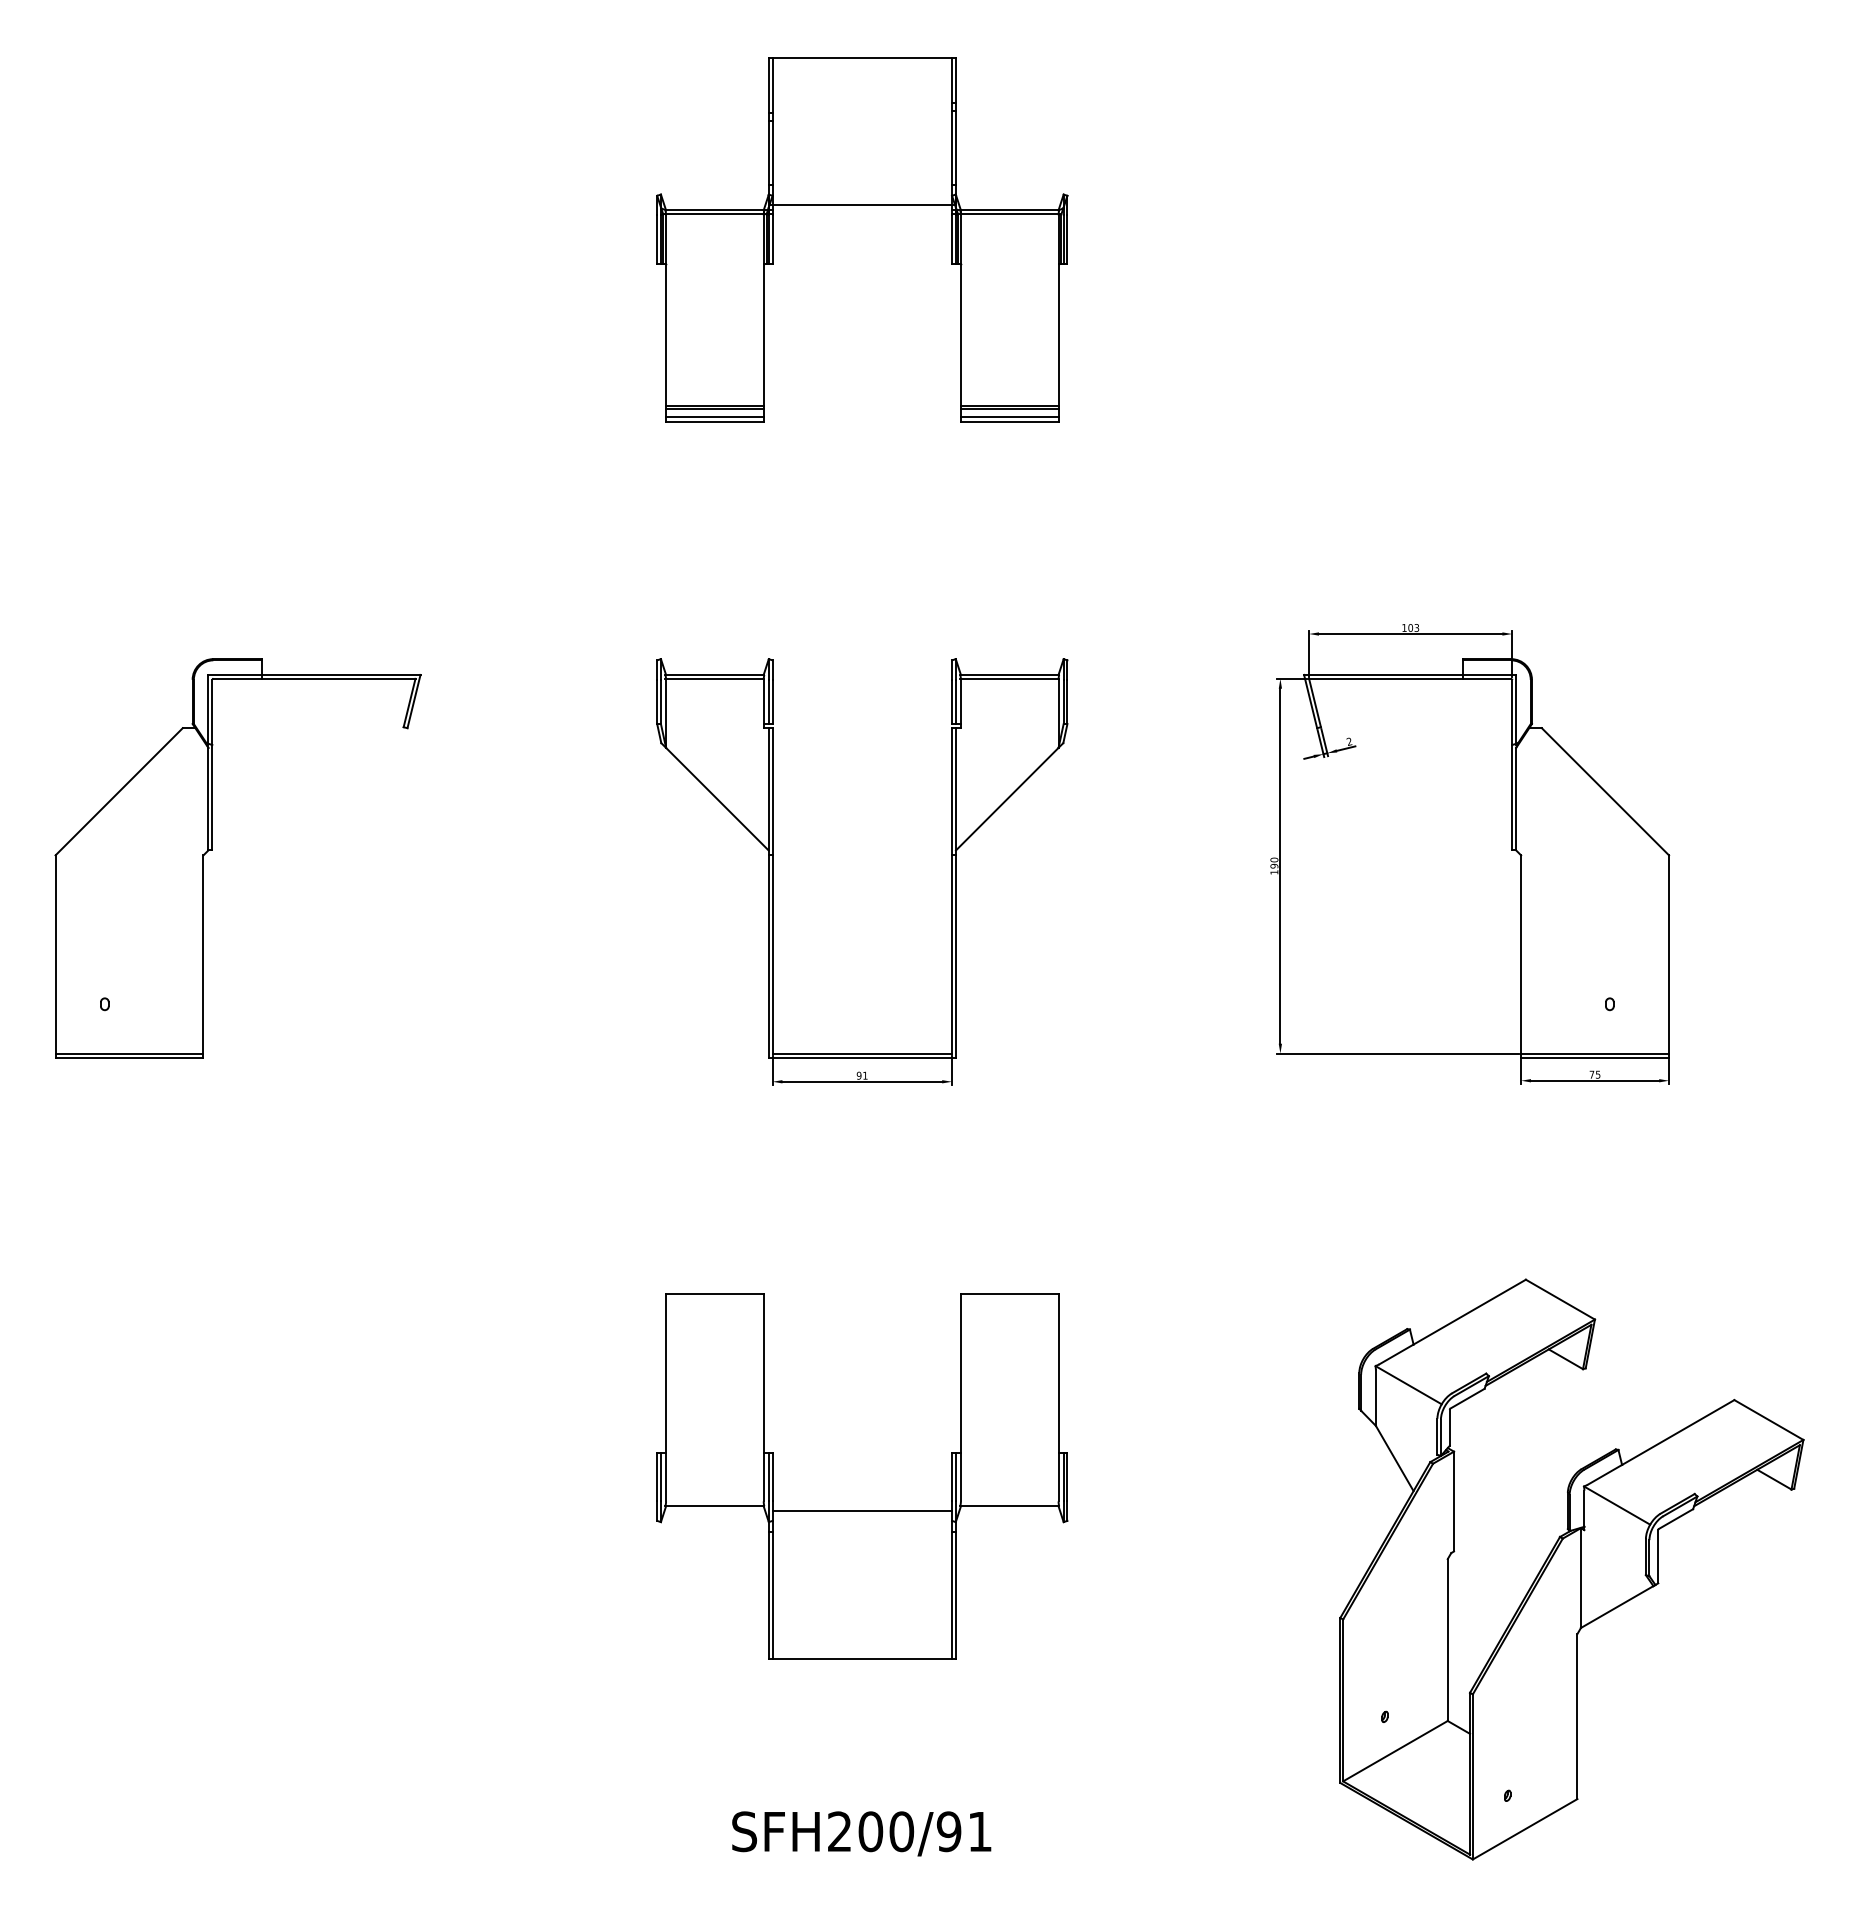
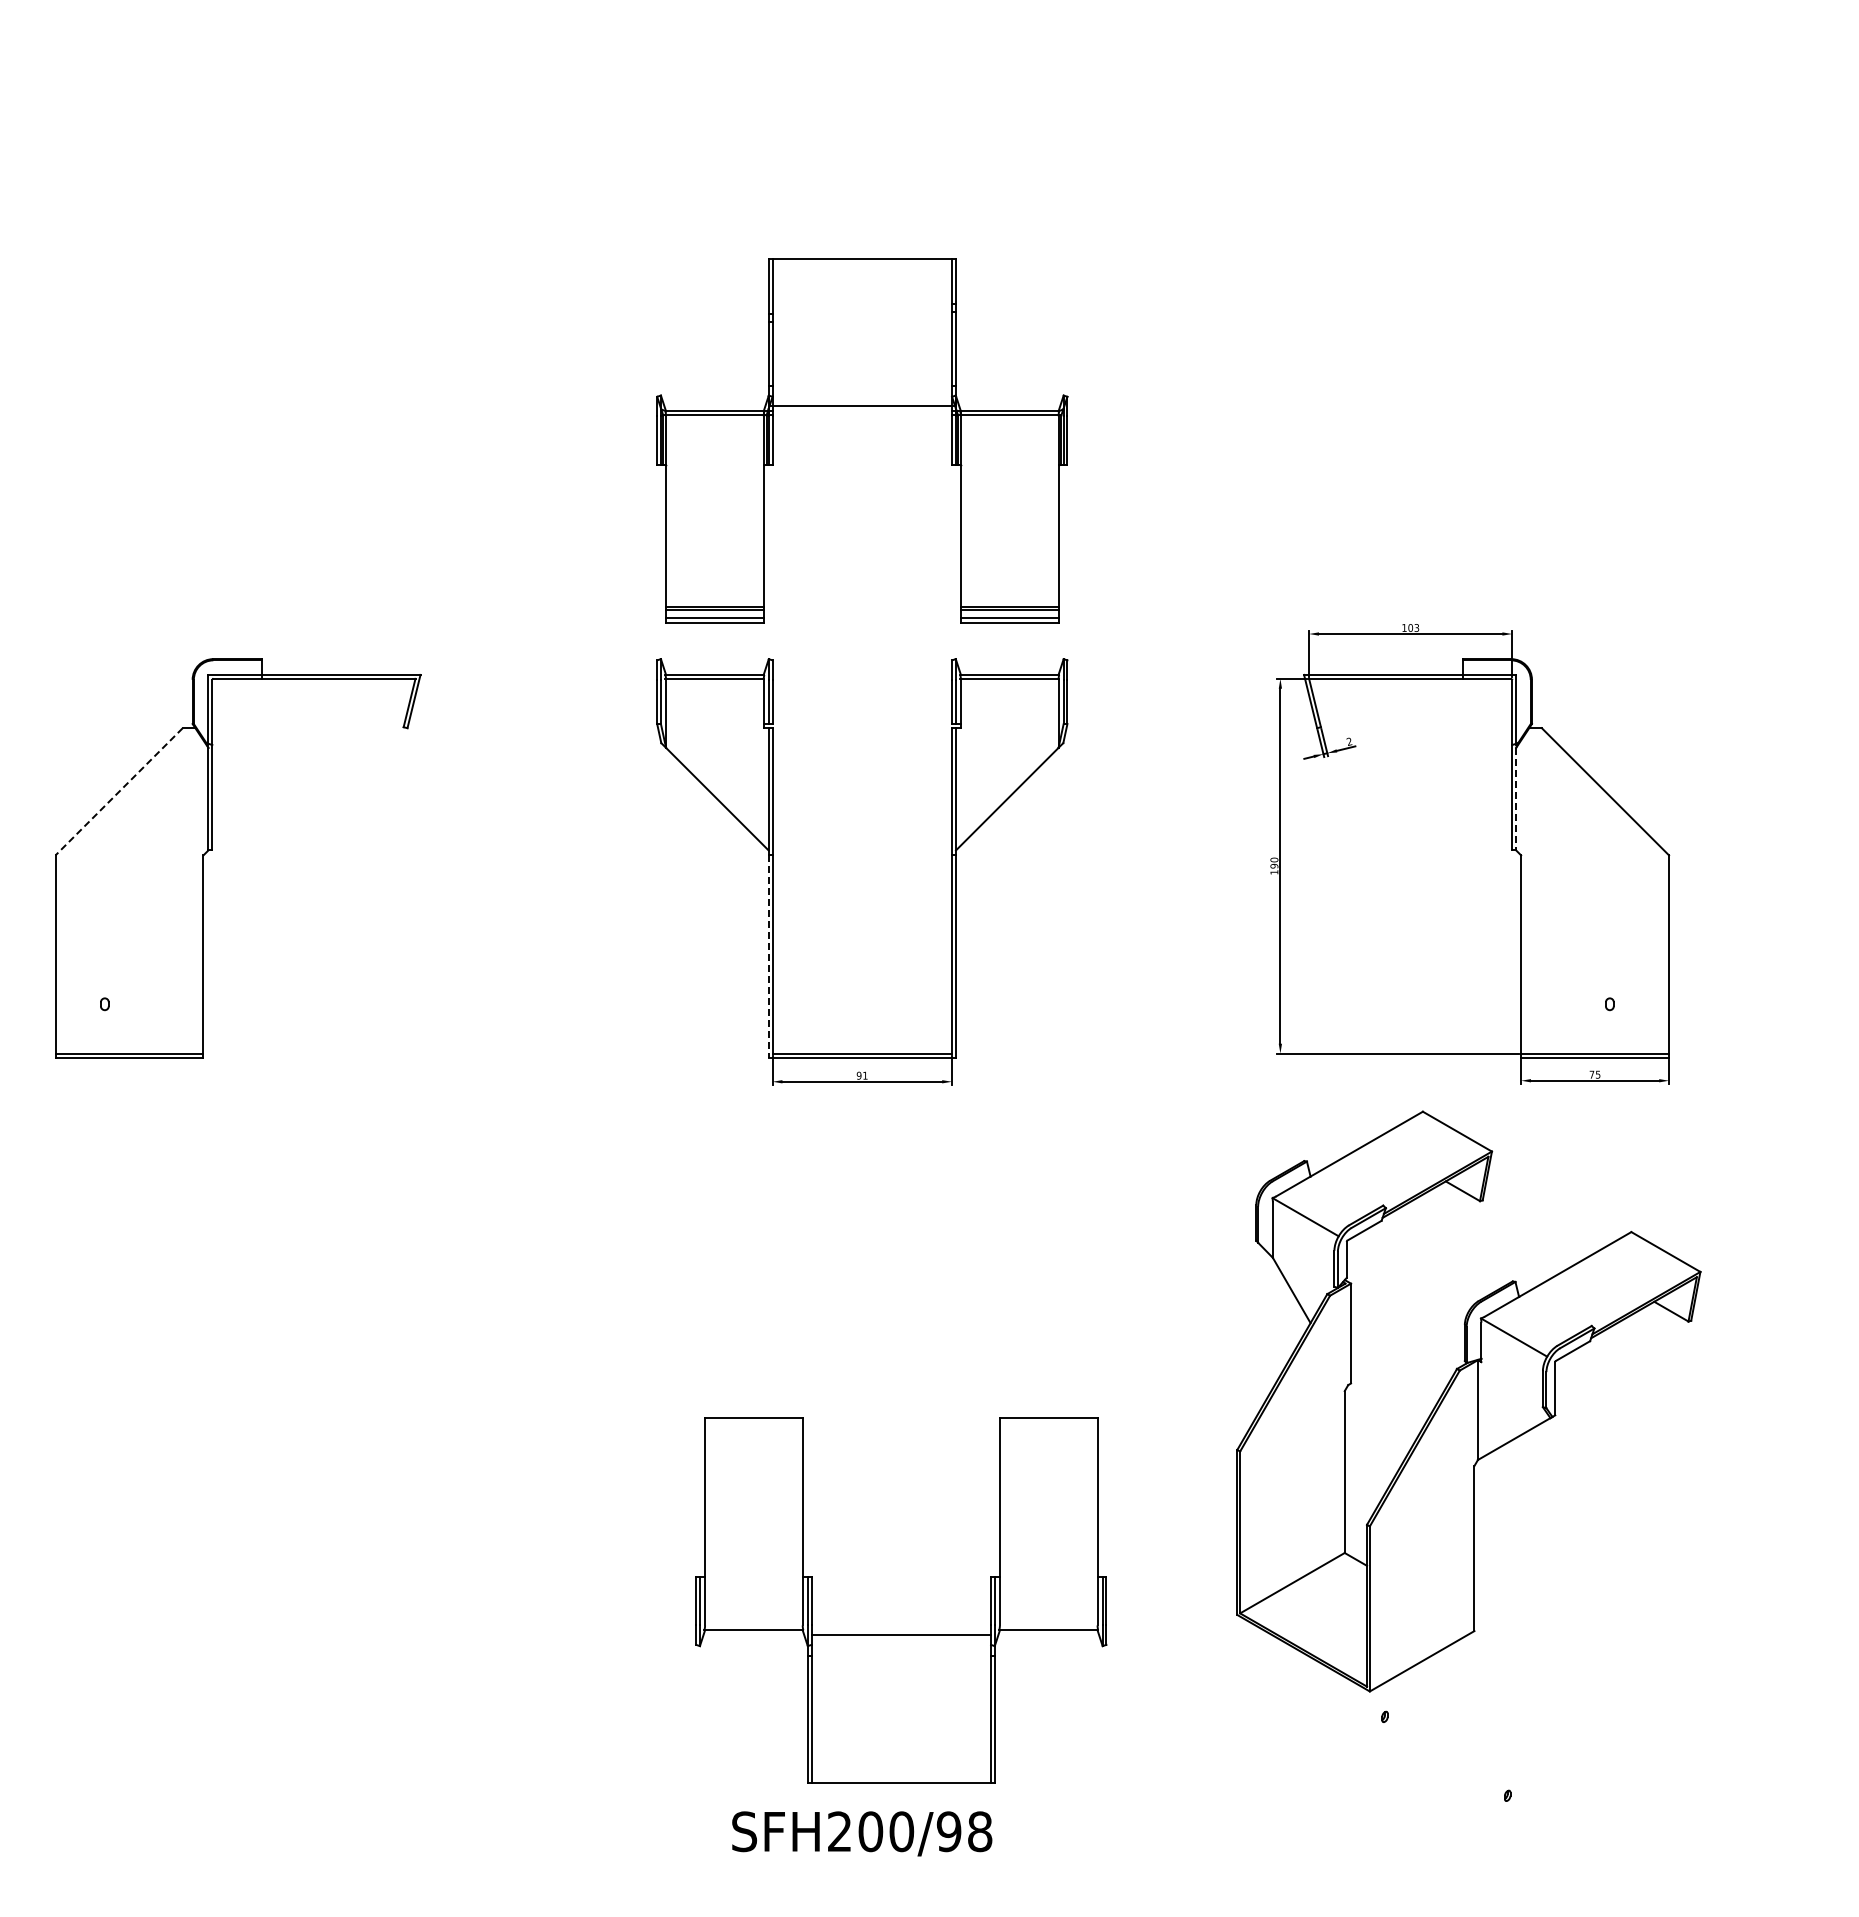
part at (862, 205) position: (862, 205) -> (862, 406)
line at (119, 791): solid -> dashed
line at (1516, 799): solid -> dashed
line at (768, 956): solid -> dashed
part at (862, 1510) position: (862, 1510) -> (901, 1634)
part at (1571, 1569) position: (1571, 1569) -> (1468, 1401)
text at (980, 1831): SFH200/91 -> SFH200/98
